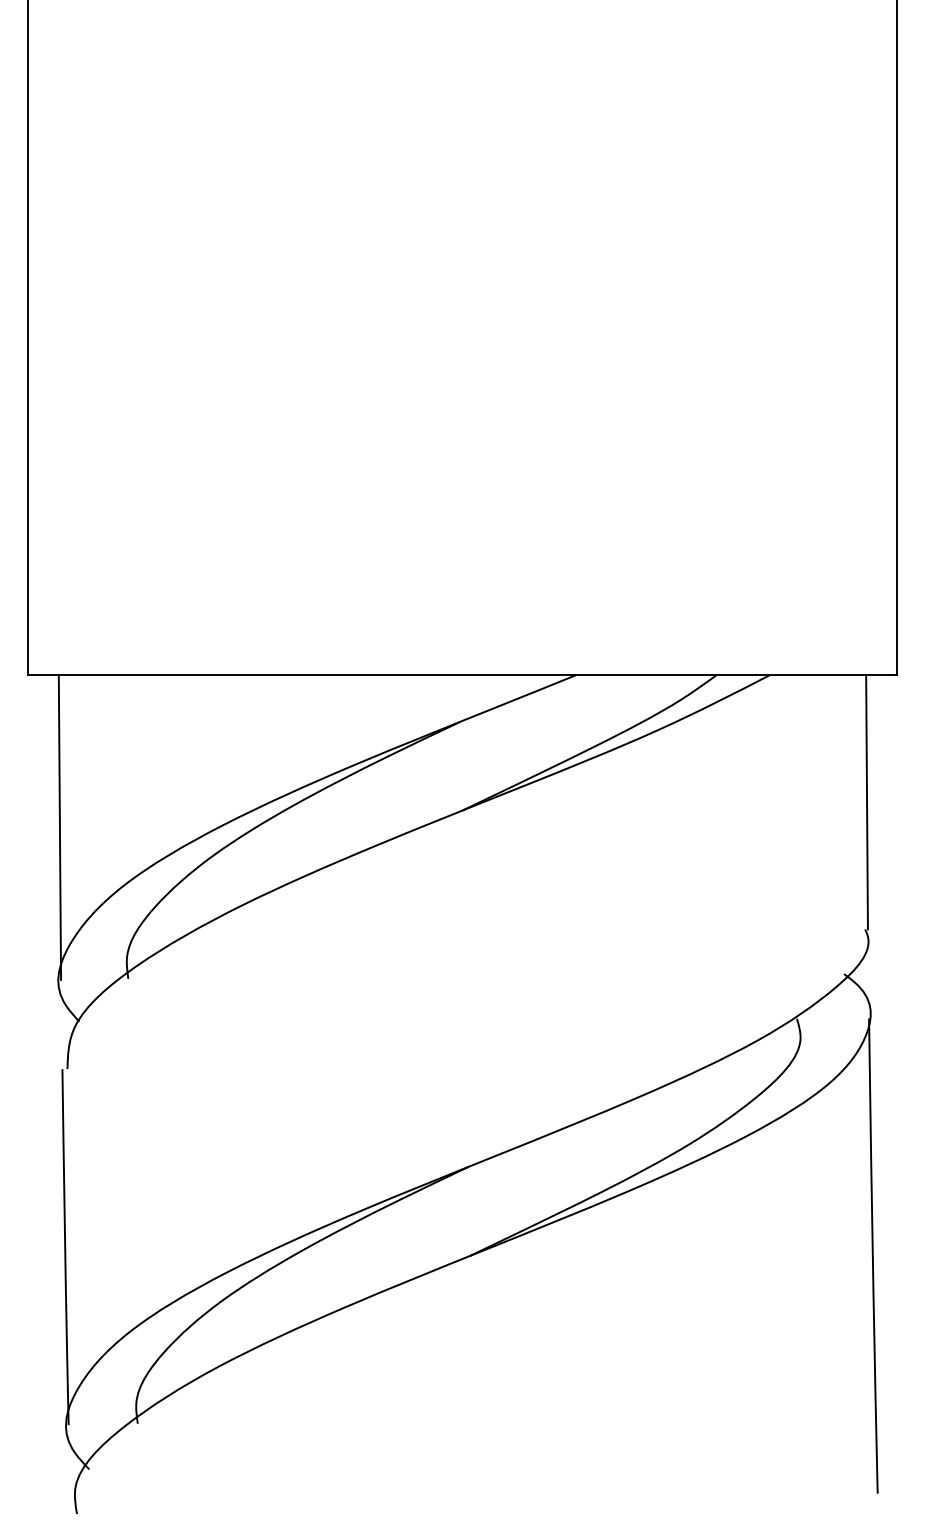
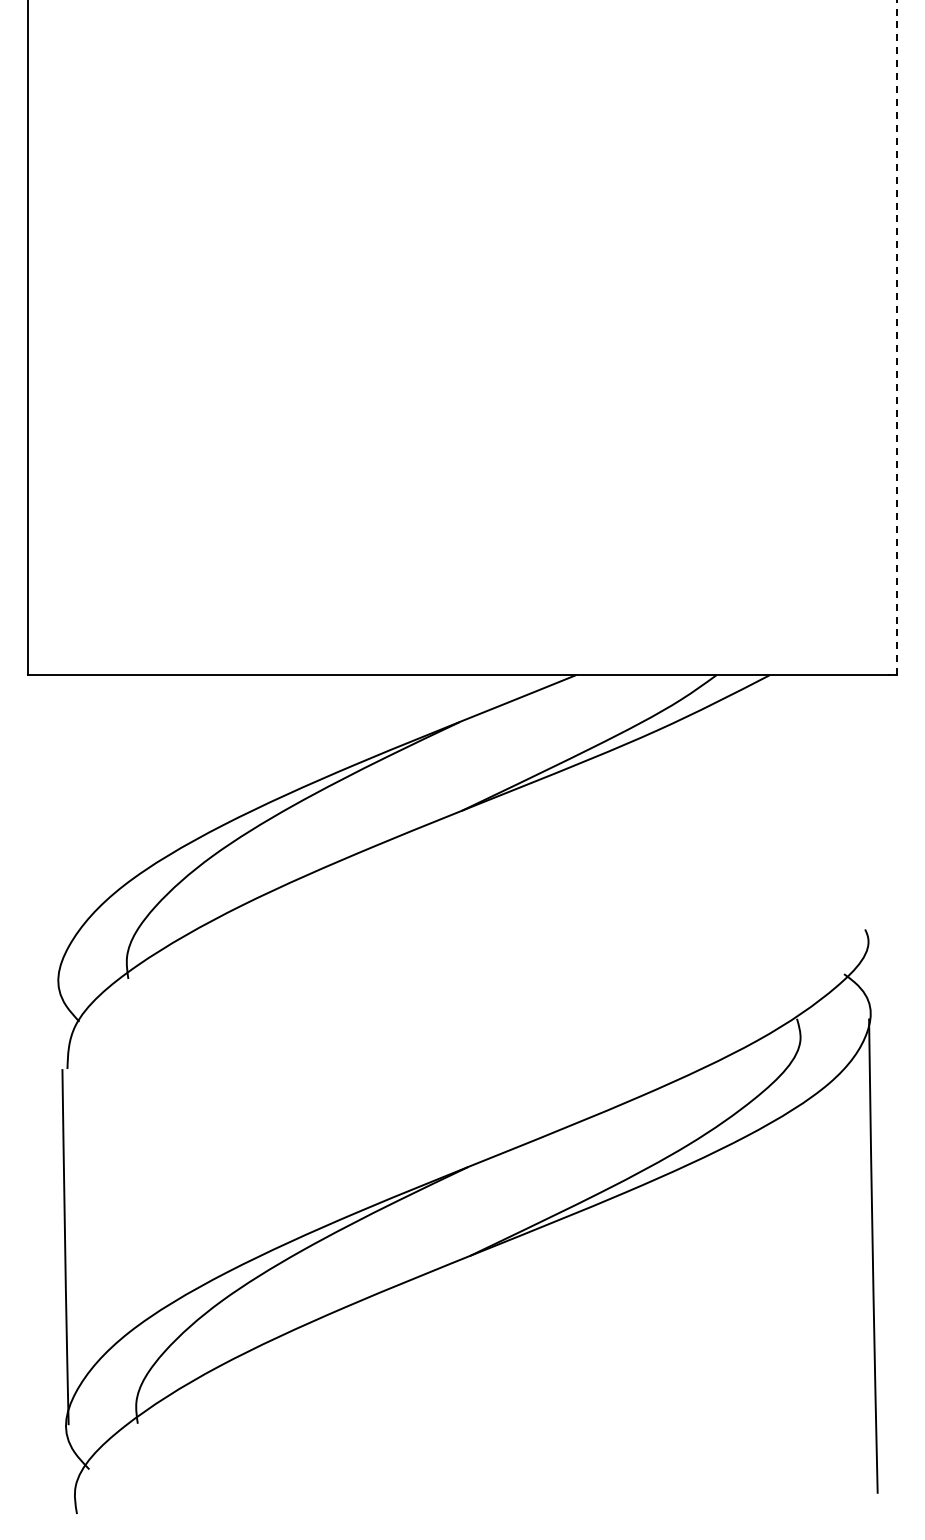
line at (897, 337): solid -> dashed
line at (866, 802): present -> none
line at (59, 827): present -> none
